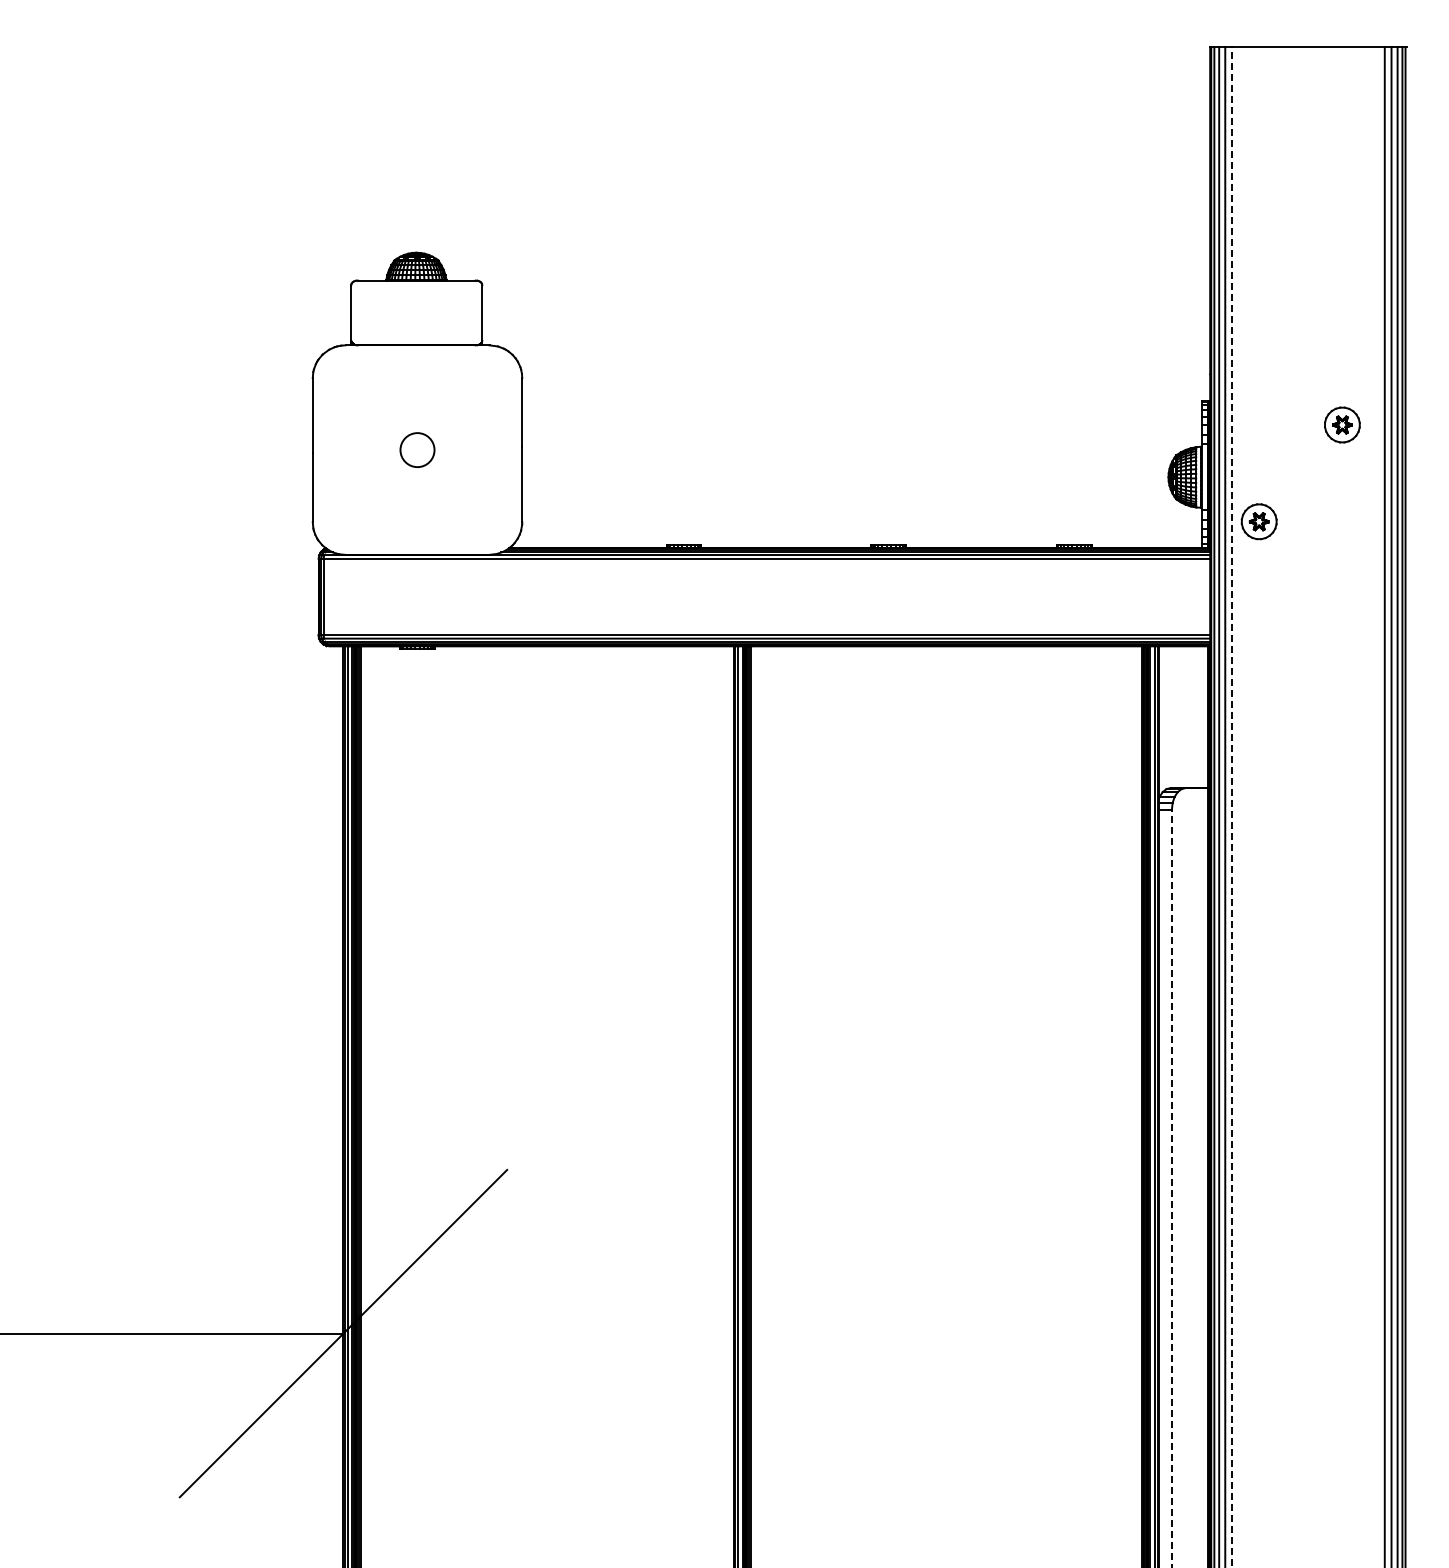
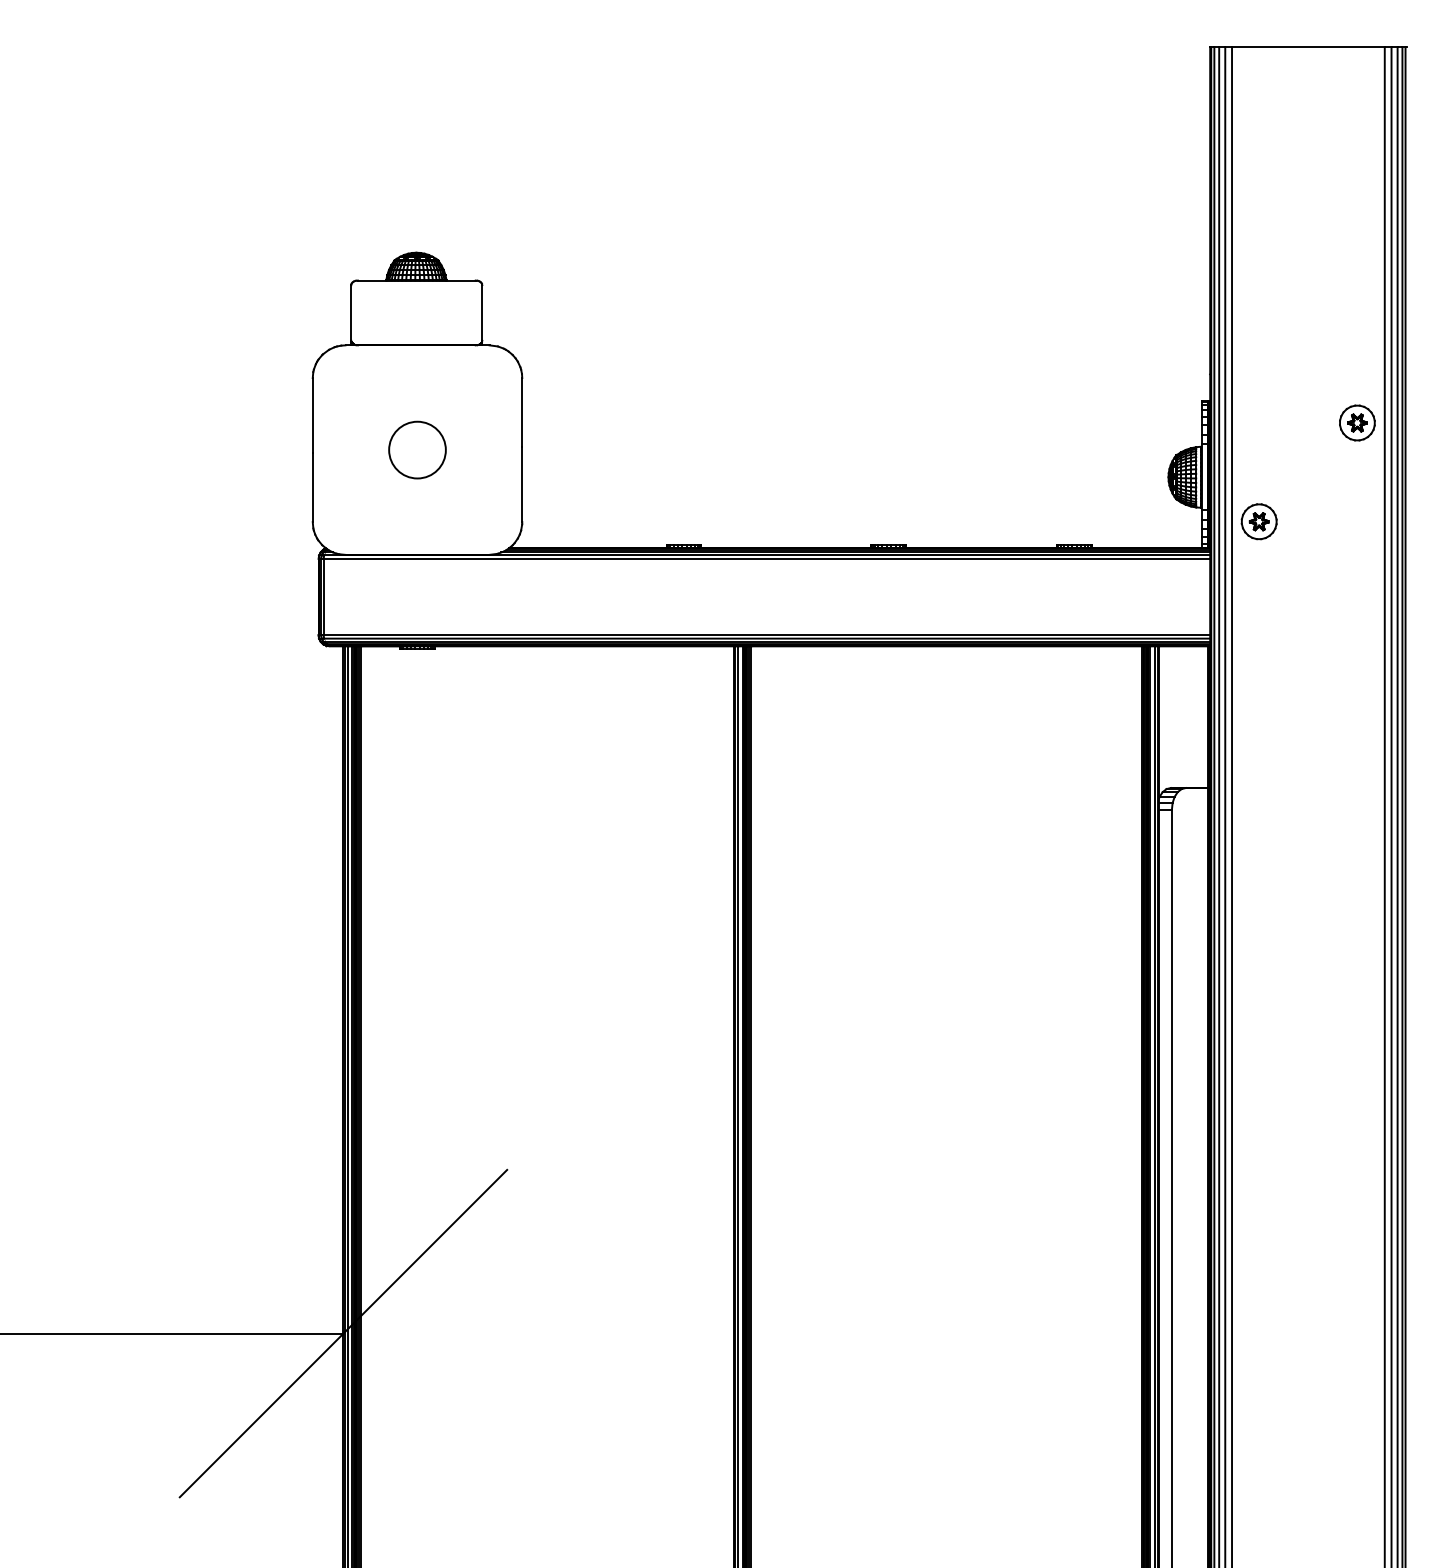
part at (1342, 424) position: (1342, 424) -> (1357, 422)
circle at (417, 450) diameter: 34 px -> 57 px
line at (1232, 806): dashed -> solid
line at (1171, 1188): dashed -> solid
